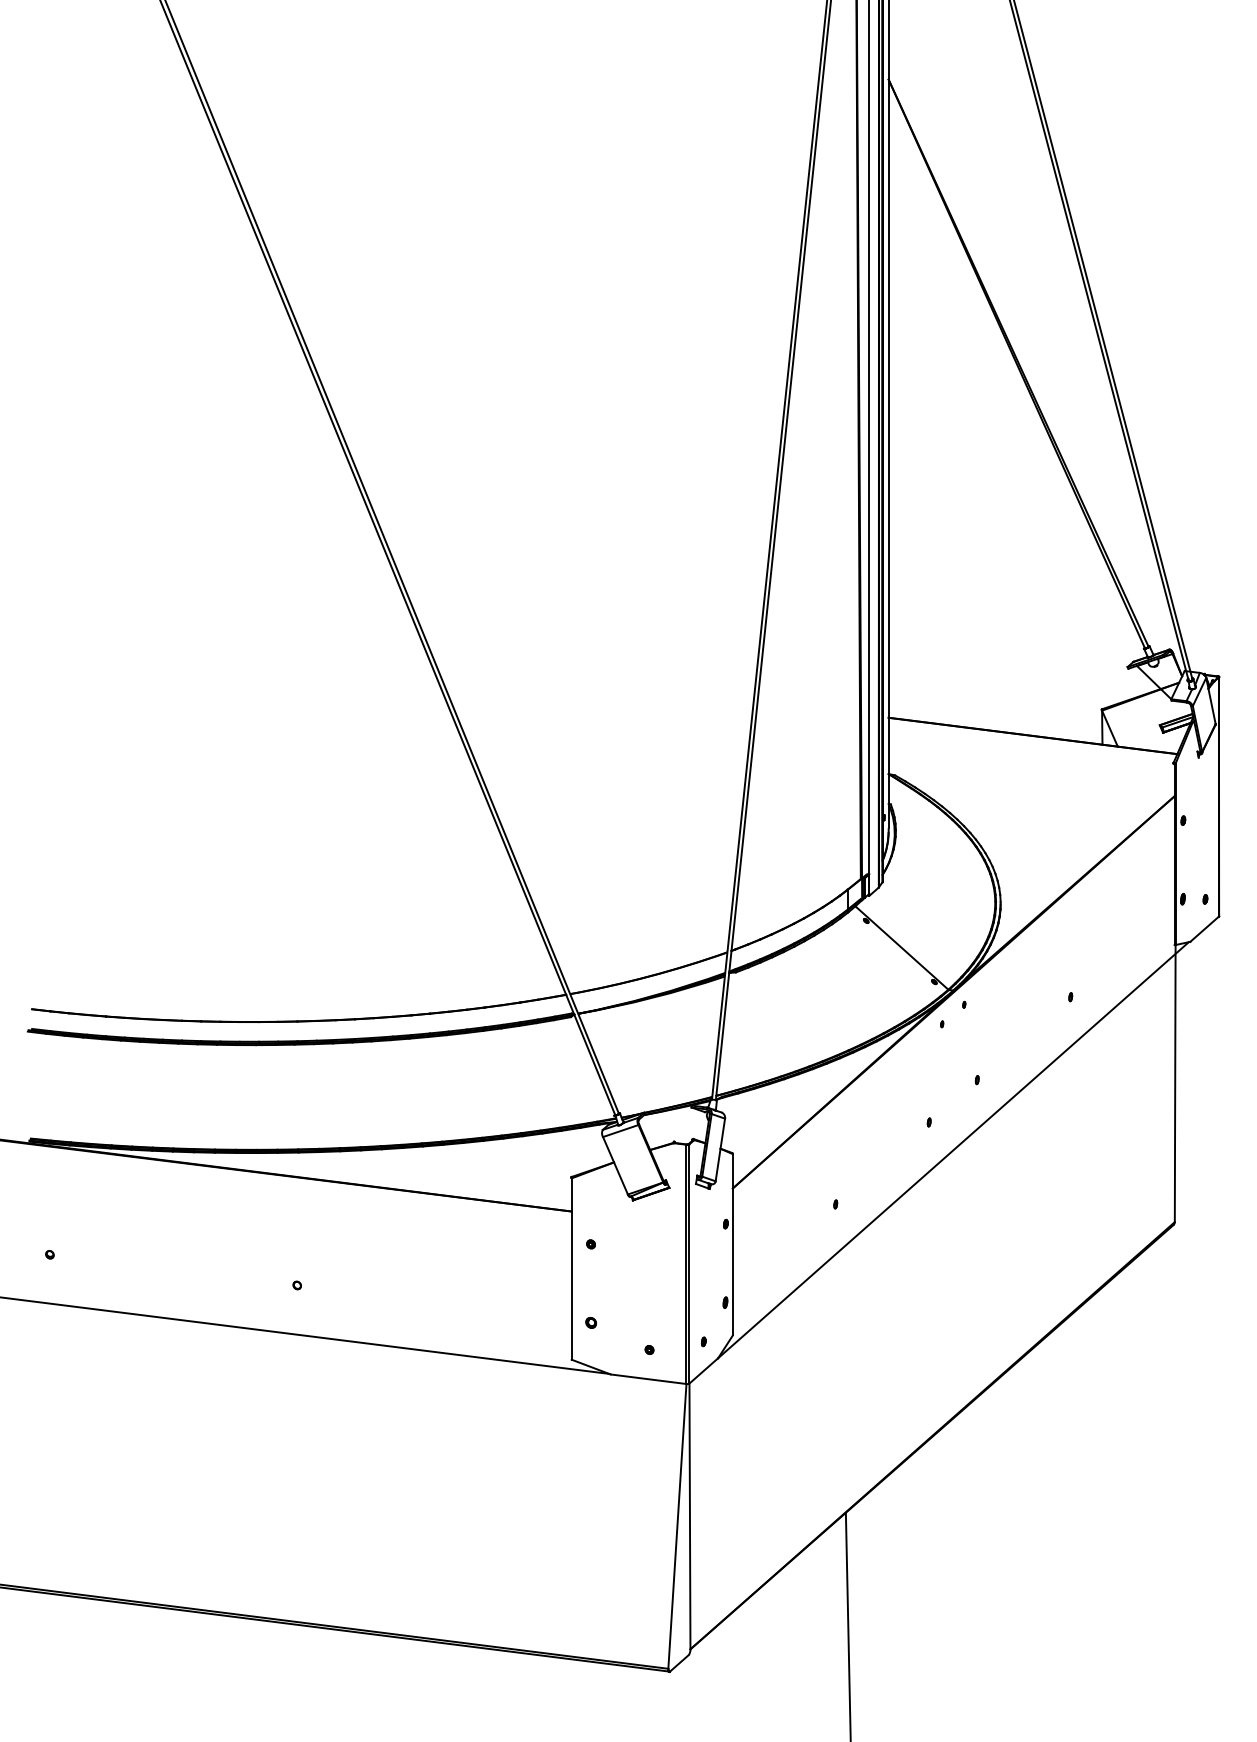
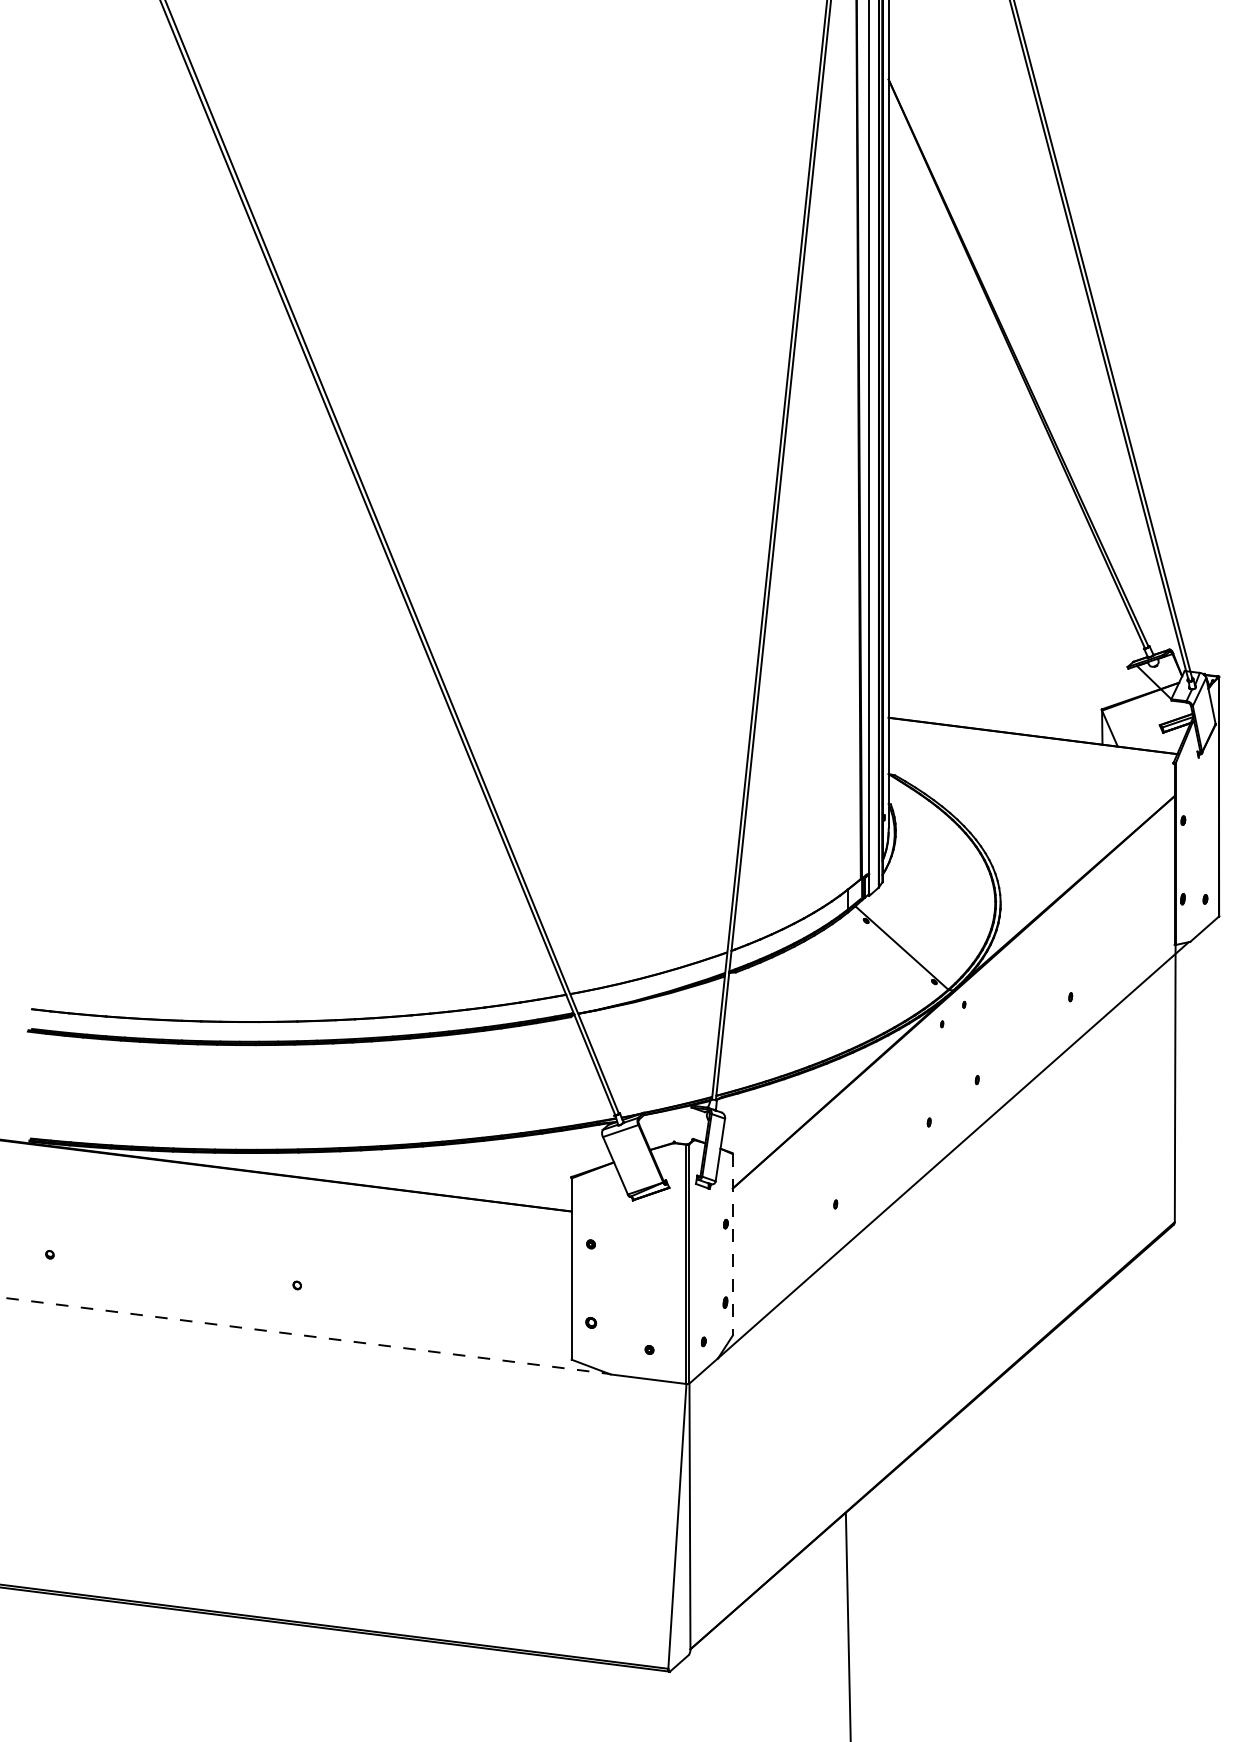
line at (732, 1244): solid -> dashed
line at (304, 1335): solid -> dashed
